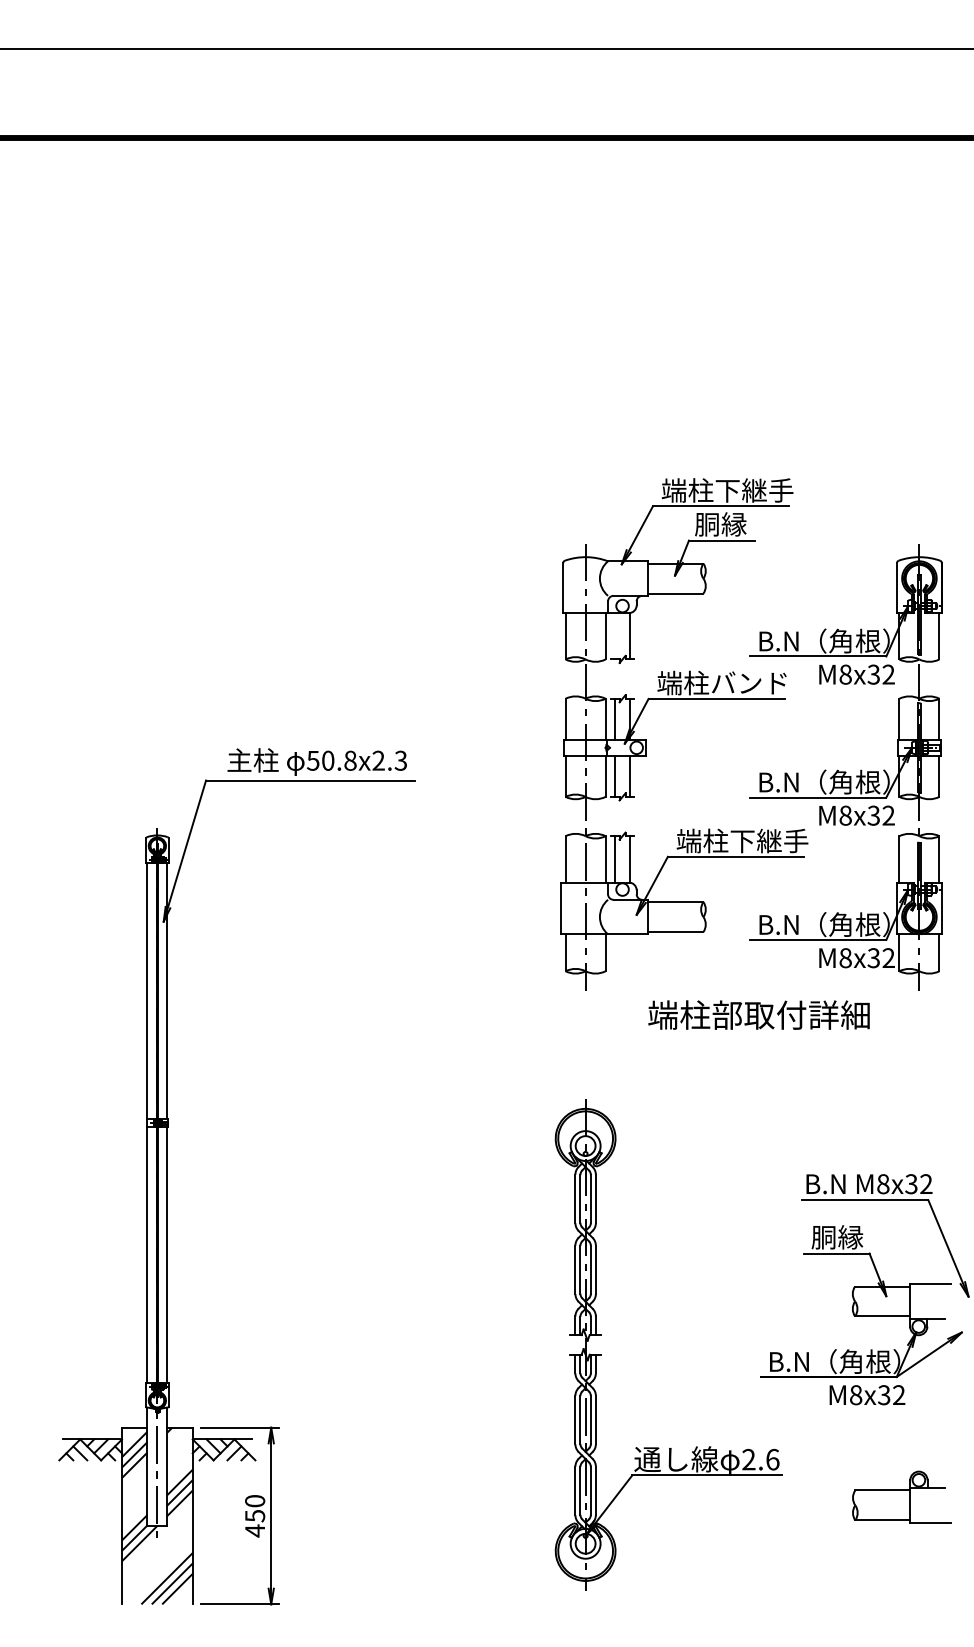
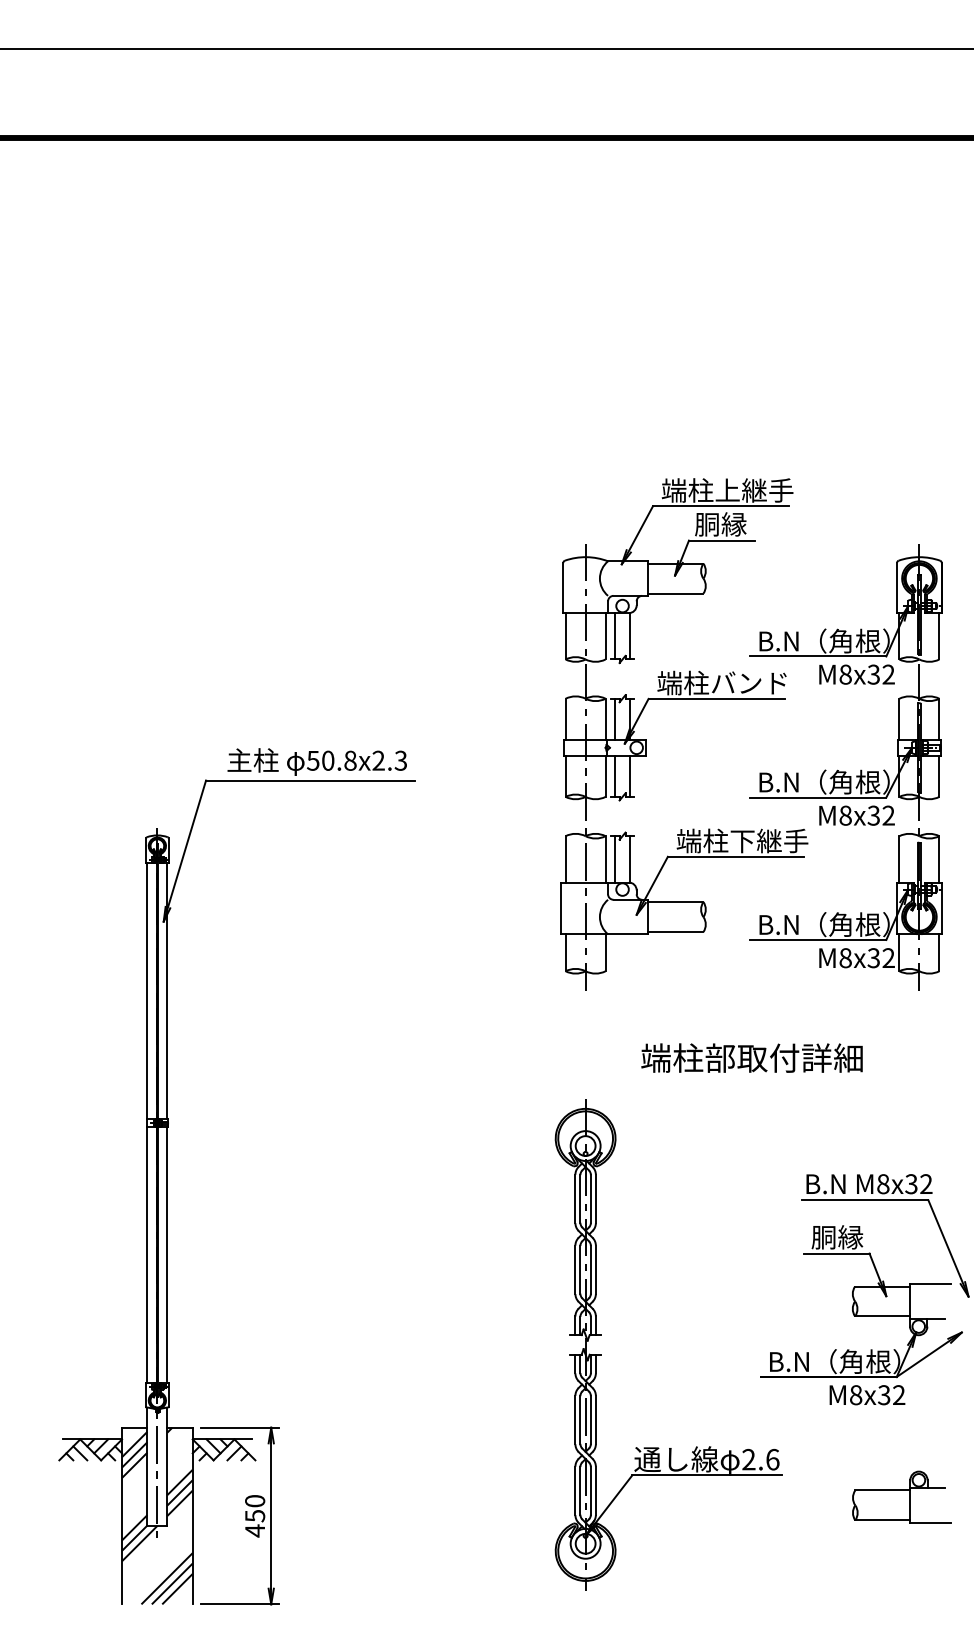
text at (727, 490): 端柱下継手 -> 端柱上継手
line at (615, 636): none -> present
text at (758, 1014) position: (758, 1014) -> (751, 1057)
